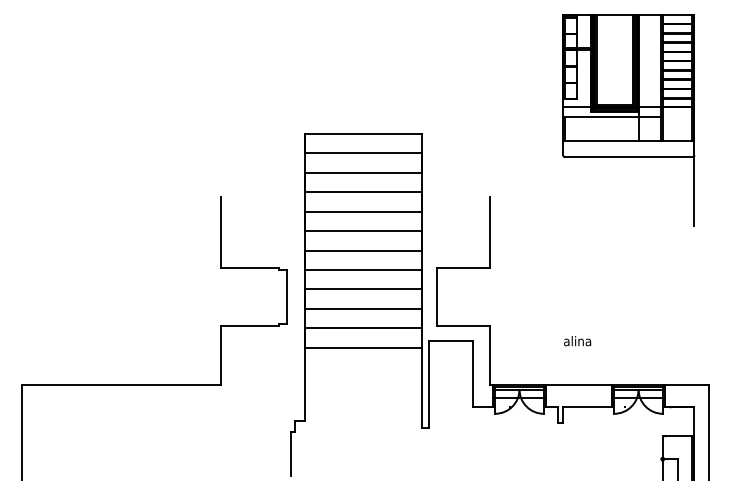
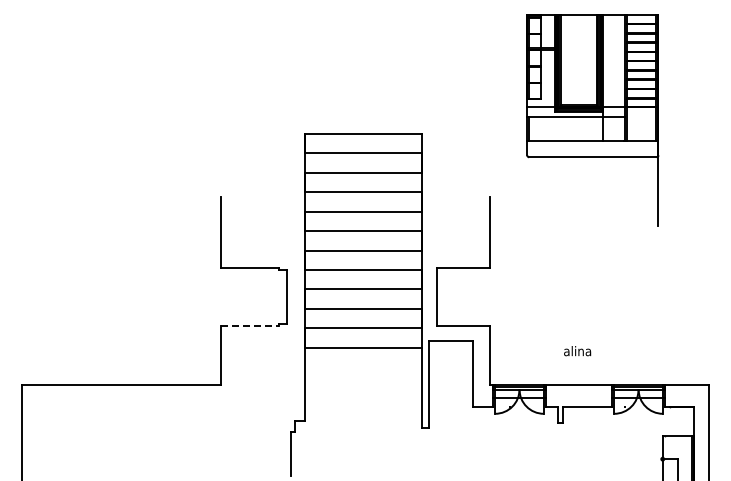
part at (628, 120) position: (628, 120) -> (592, 120)
line at (250, 326): solid -> dashed
text at (577, 341) position: (577, 341) -> (577, 351)
